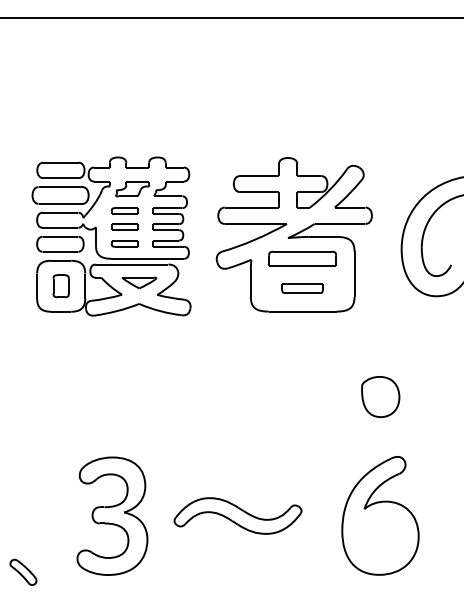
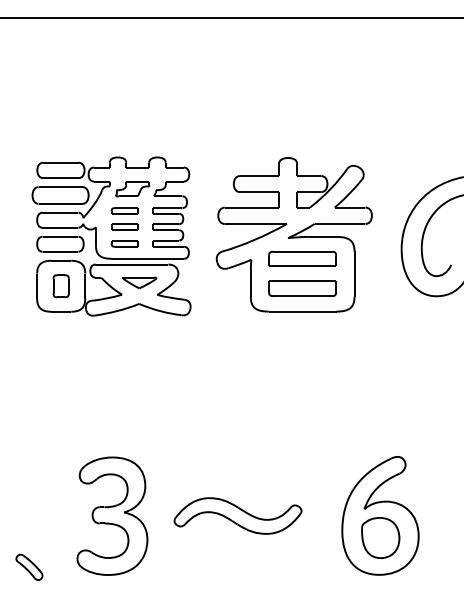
part at (302, 288) size: 43x11 px -> 69x17 px
part at (380, 396) position: (380, 396) -> (380, 537)
part at (23, 571) position: (23, 571) -> (29, 566)
